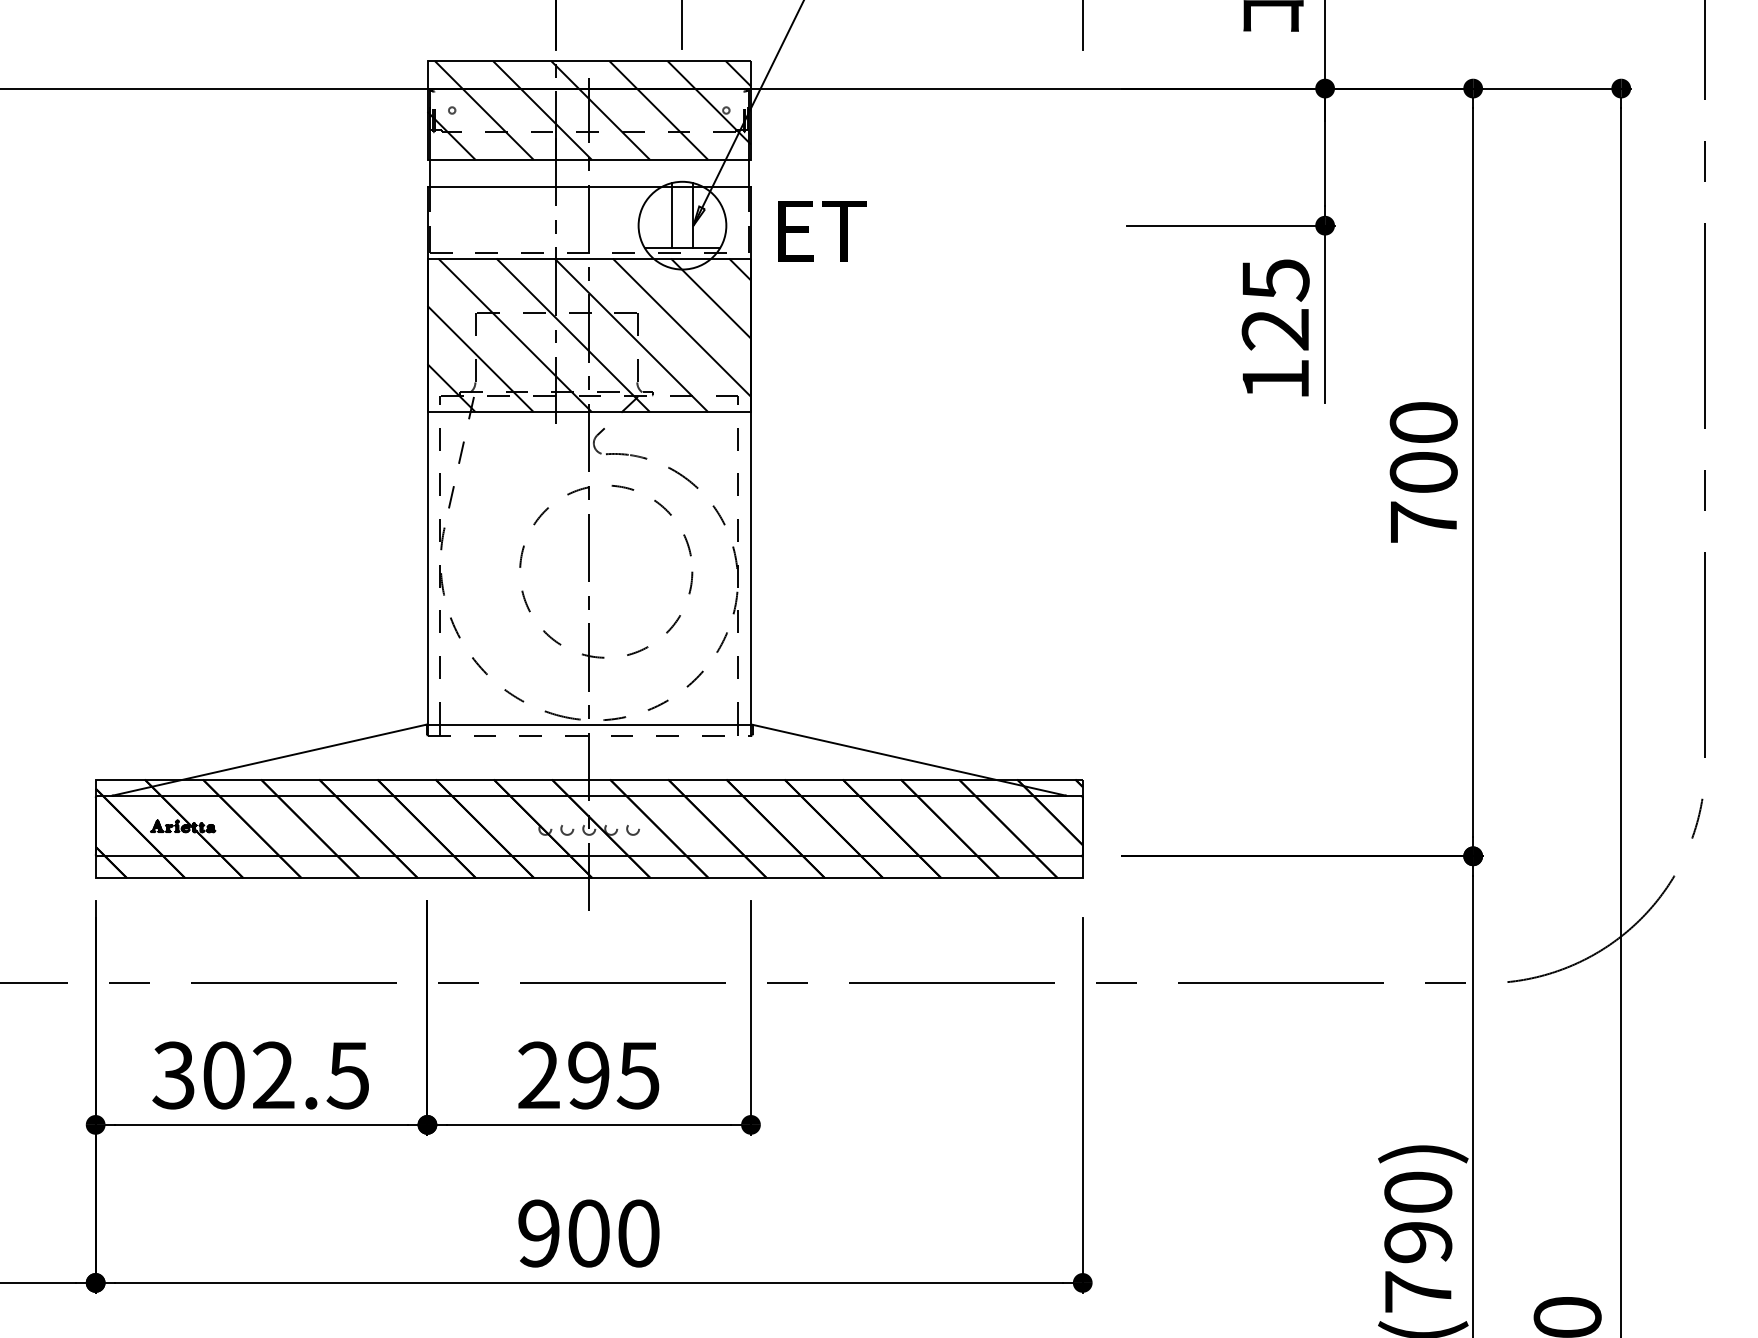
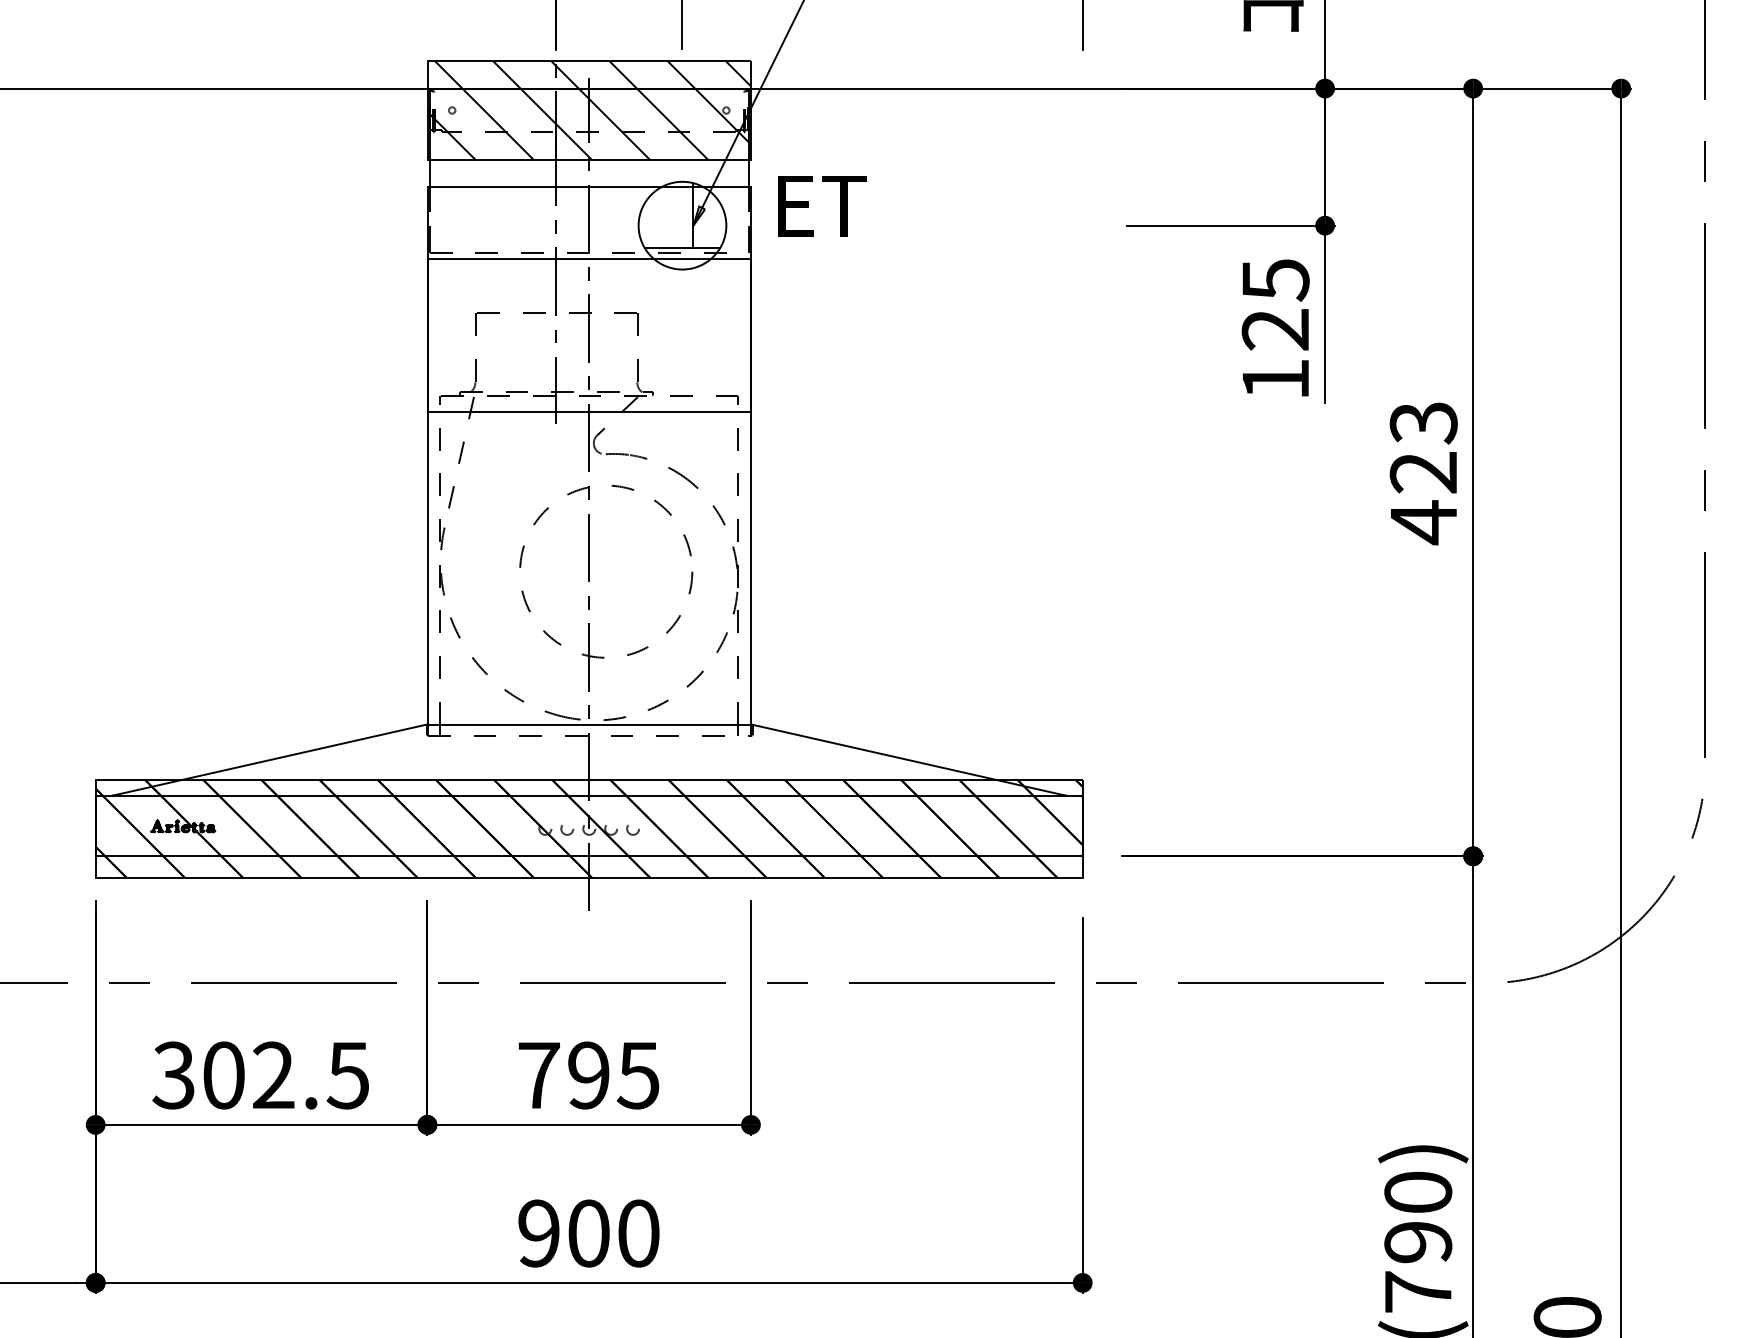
line at (671, 215): present -> none
text at (822, 231) position: (822, 231) -> (822, 206)
hatch at (589, 335): present -> none
text at (1423, 473): 700 -> 423
text at (538, 1074): 295 -> 795
